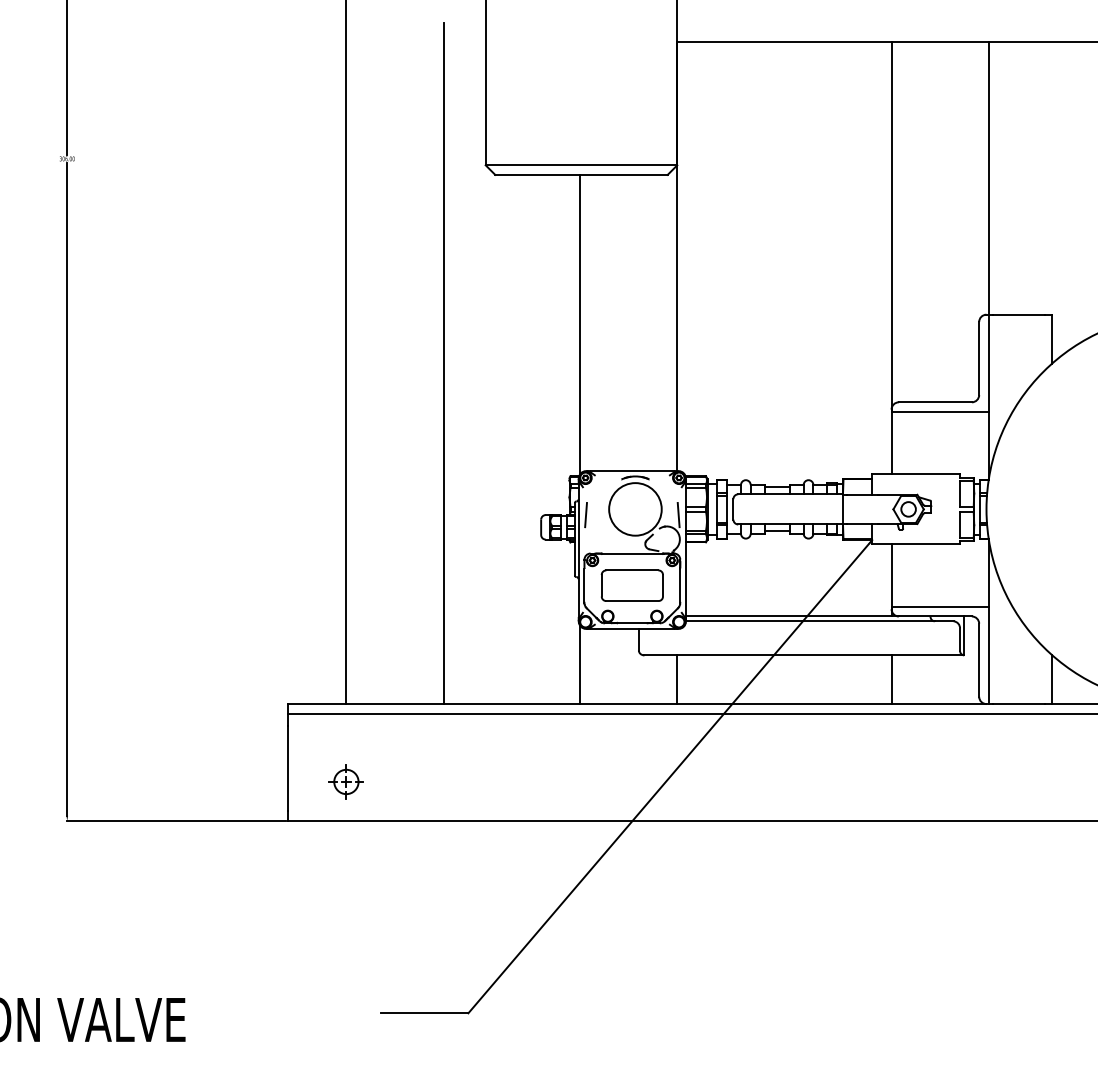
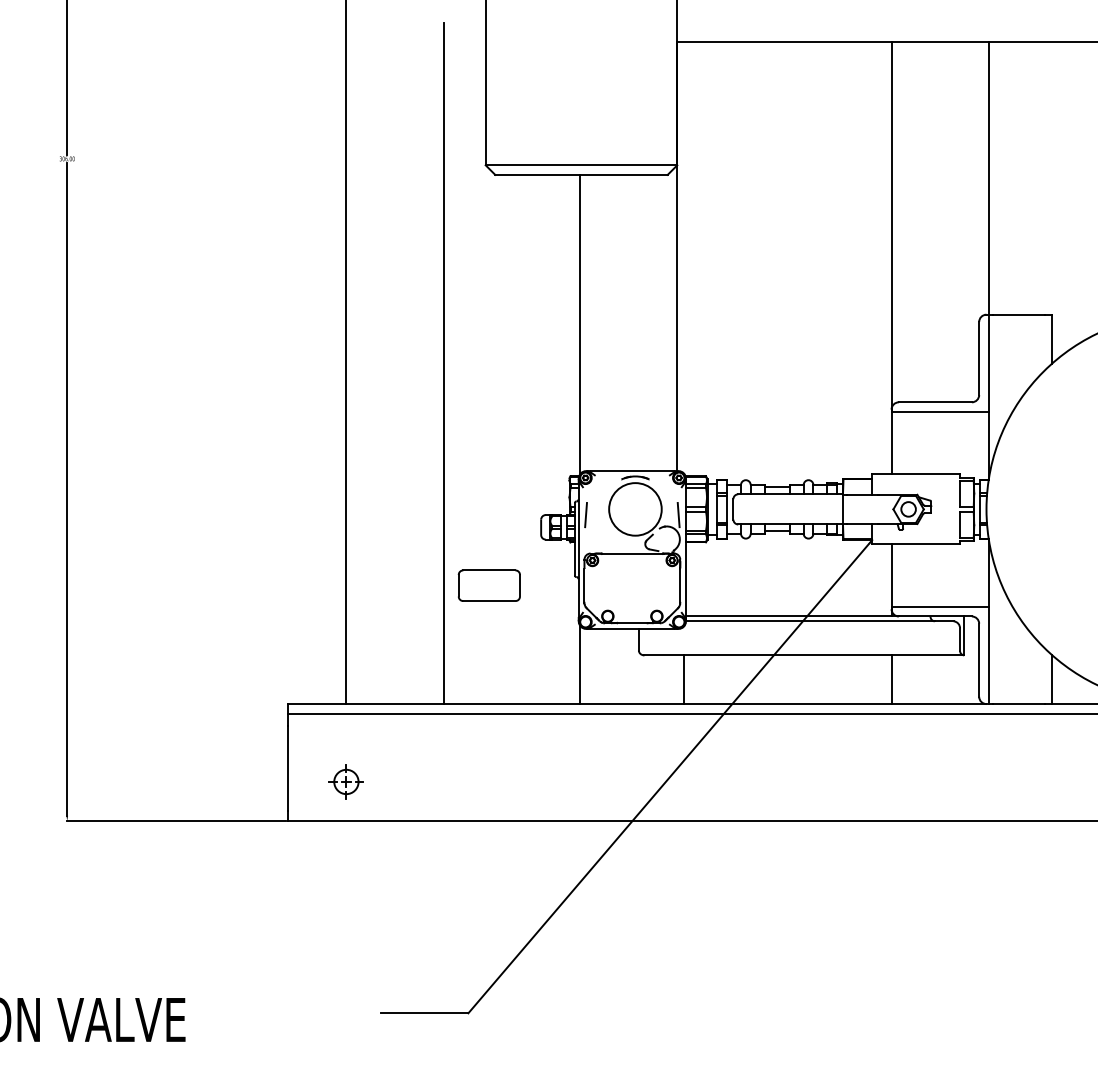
part at (631, 585) position: (631, 585) -> (488, 585)
line at (677, 679) position: (677, 679) -> (684, 679)
